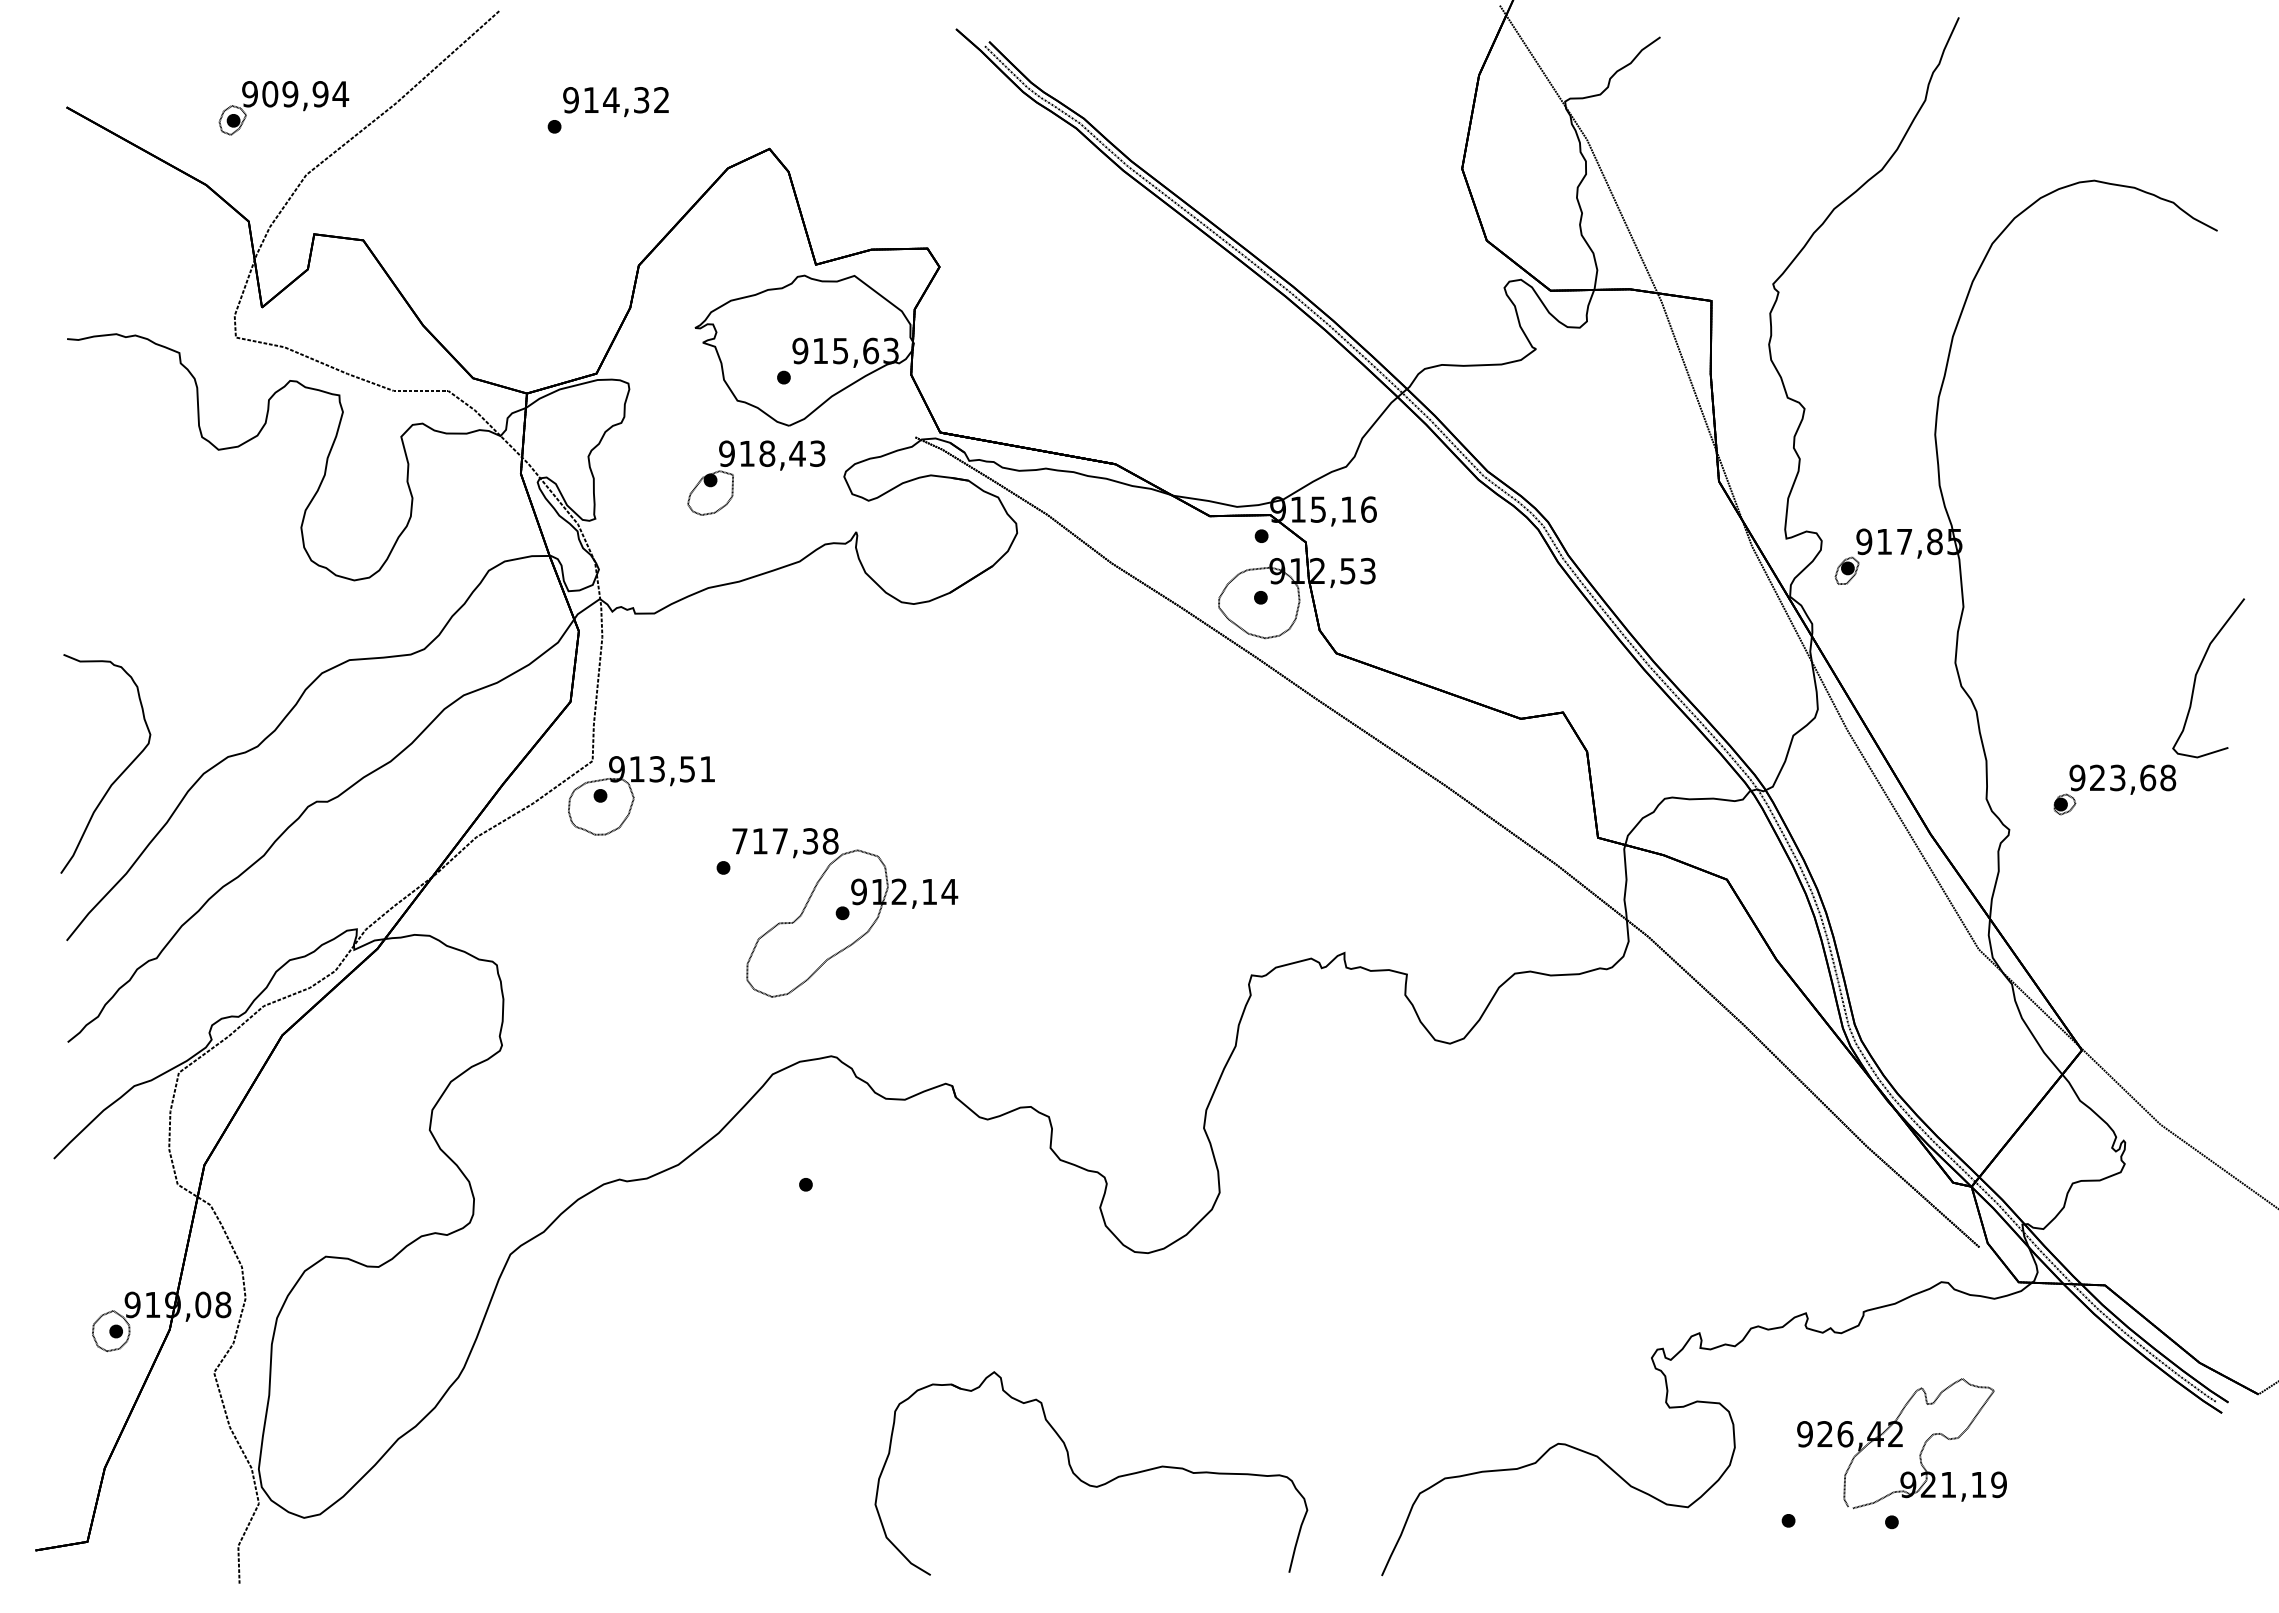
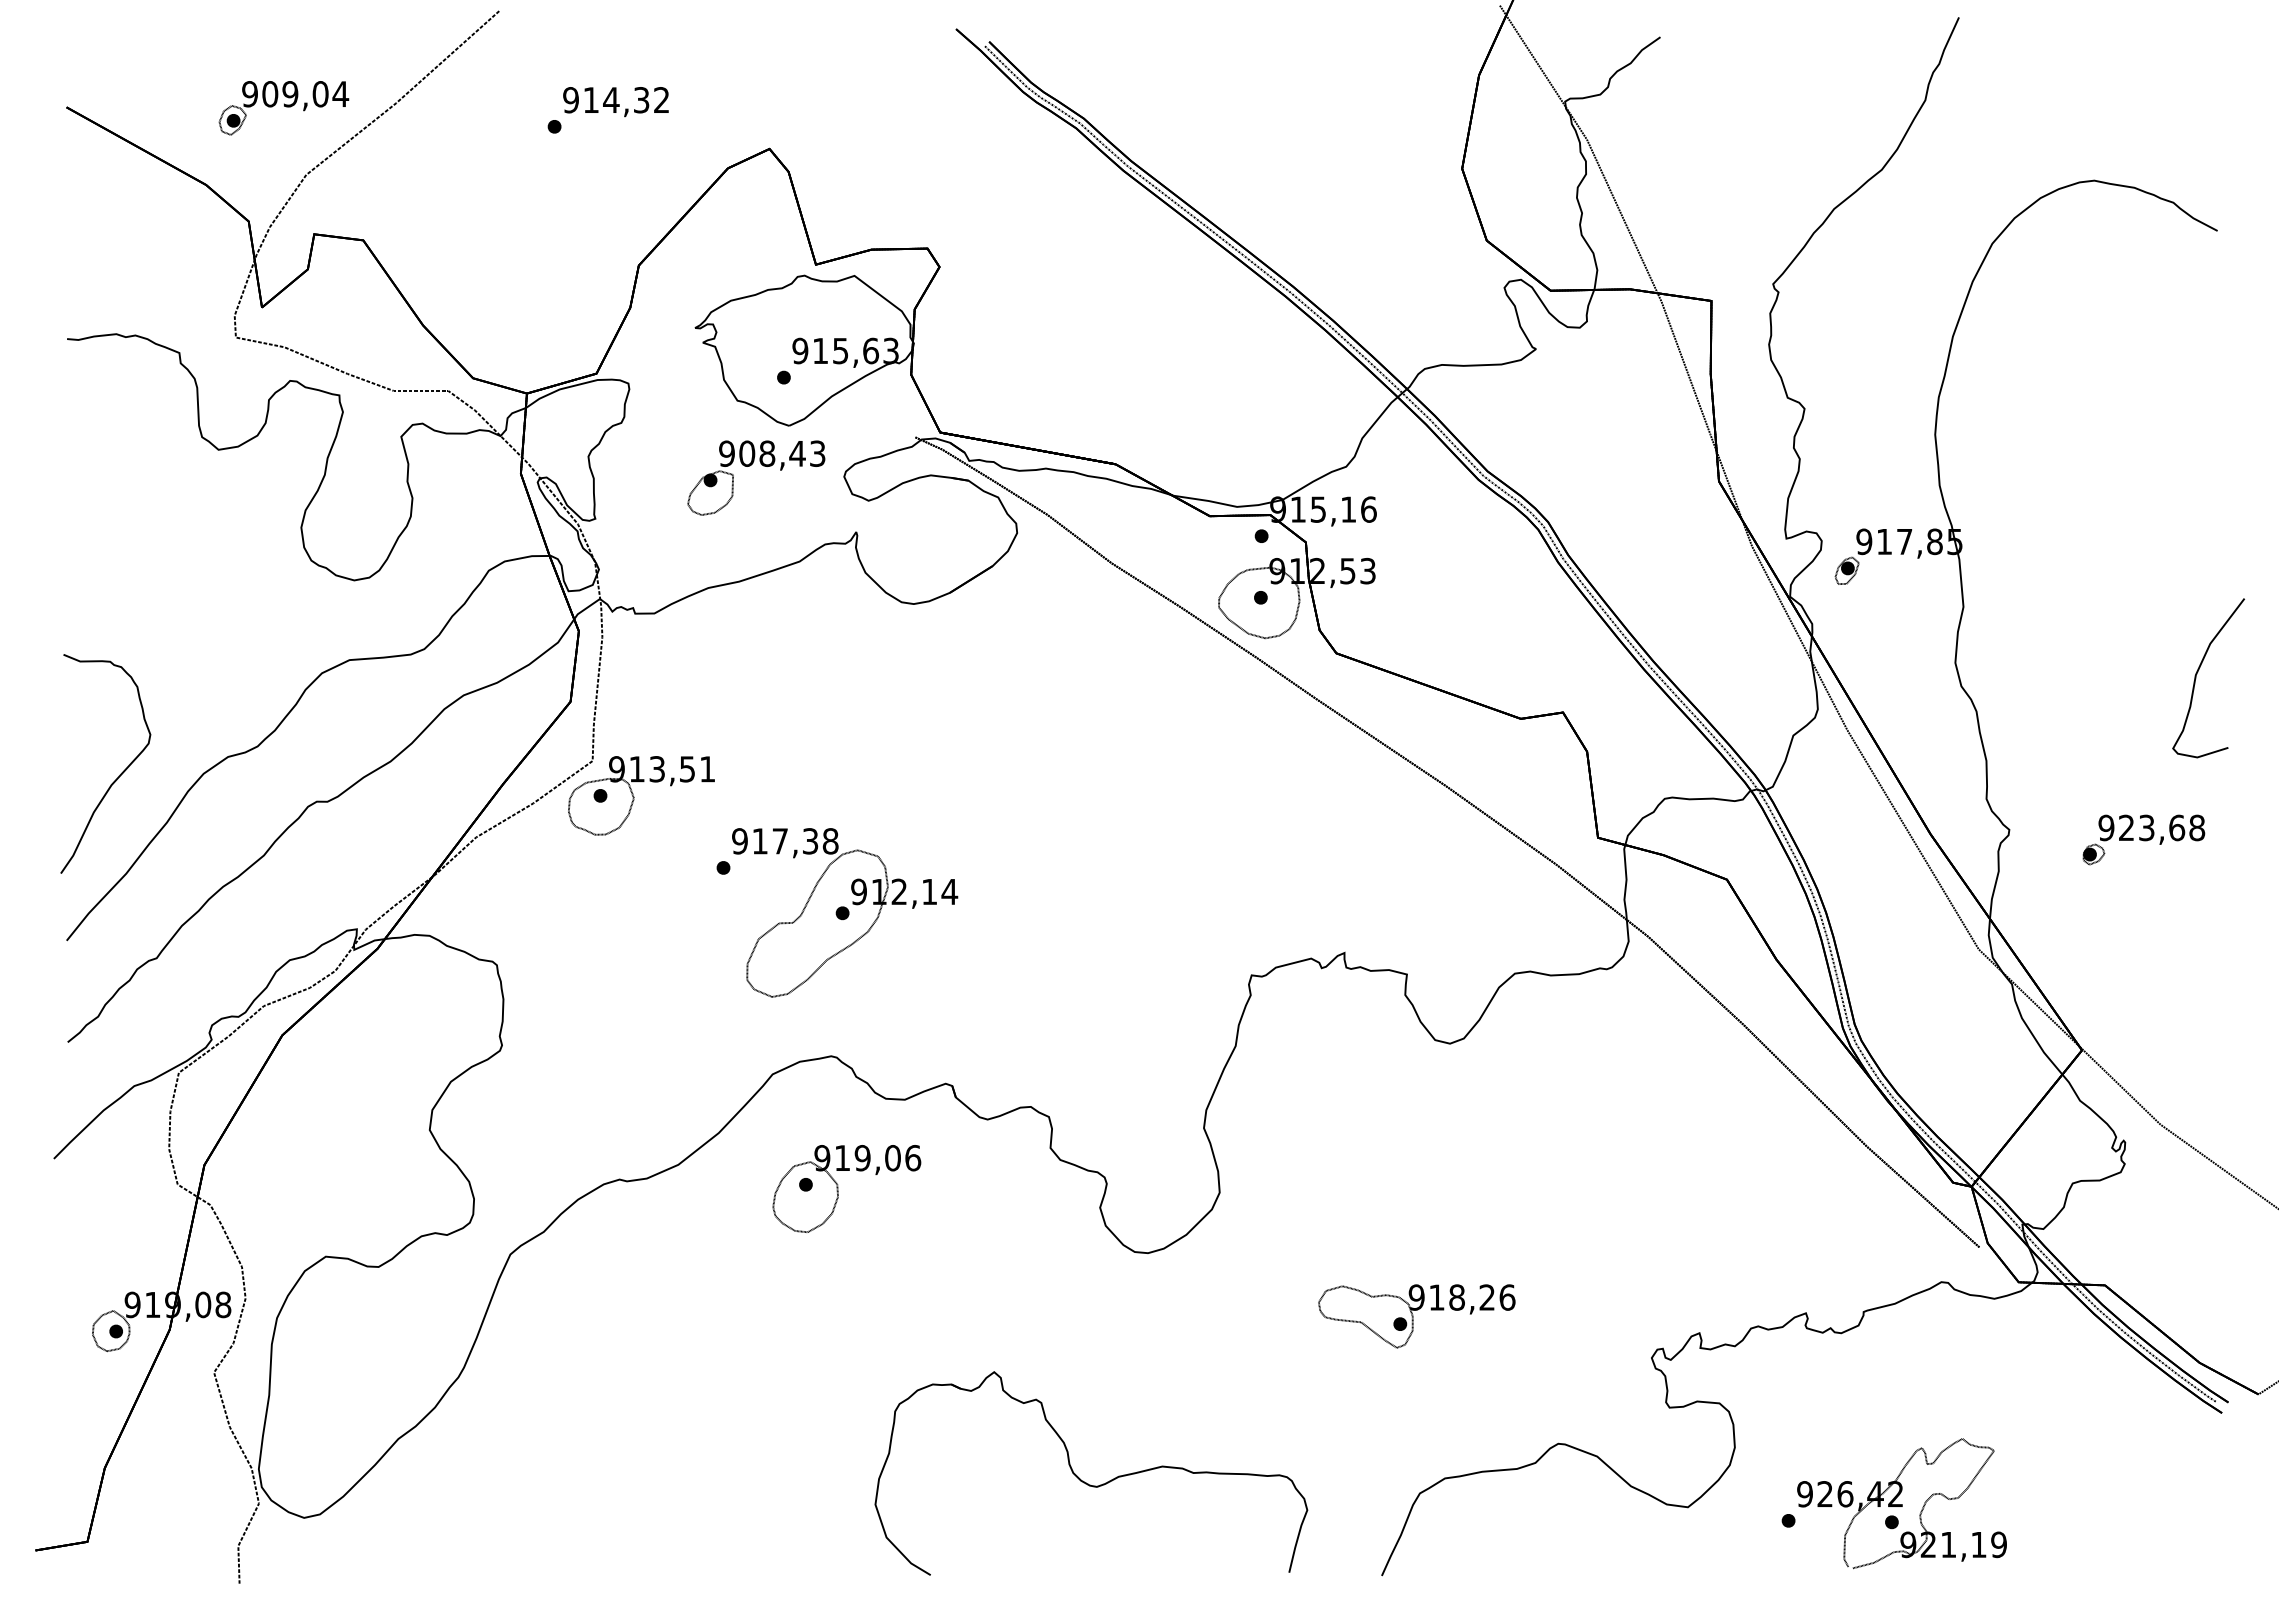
text at (320, 94): 909,94 -> 909,04
text at (747, 453): 918,43 -> 908,43
part at (2114, 789) position: (2114, 789) -> (2143, 839)
text at (739, 841): 717,38 -> 917,38
part at (838, 1188): none -> present
part at (1416, 1316): none -> present
part at (1901, 1443) position: (1901, 1443) -> (1901, 1503)
